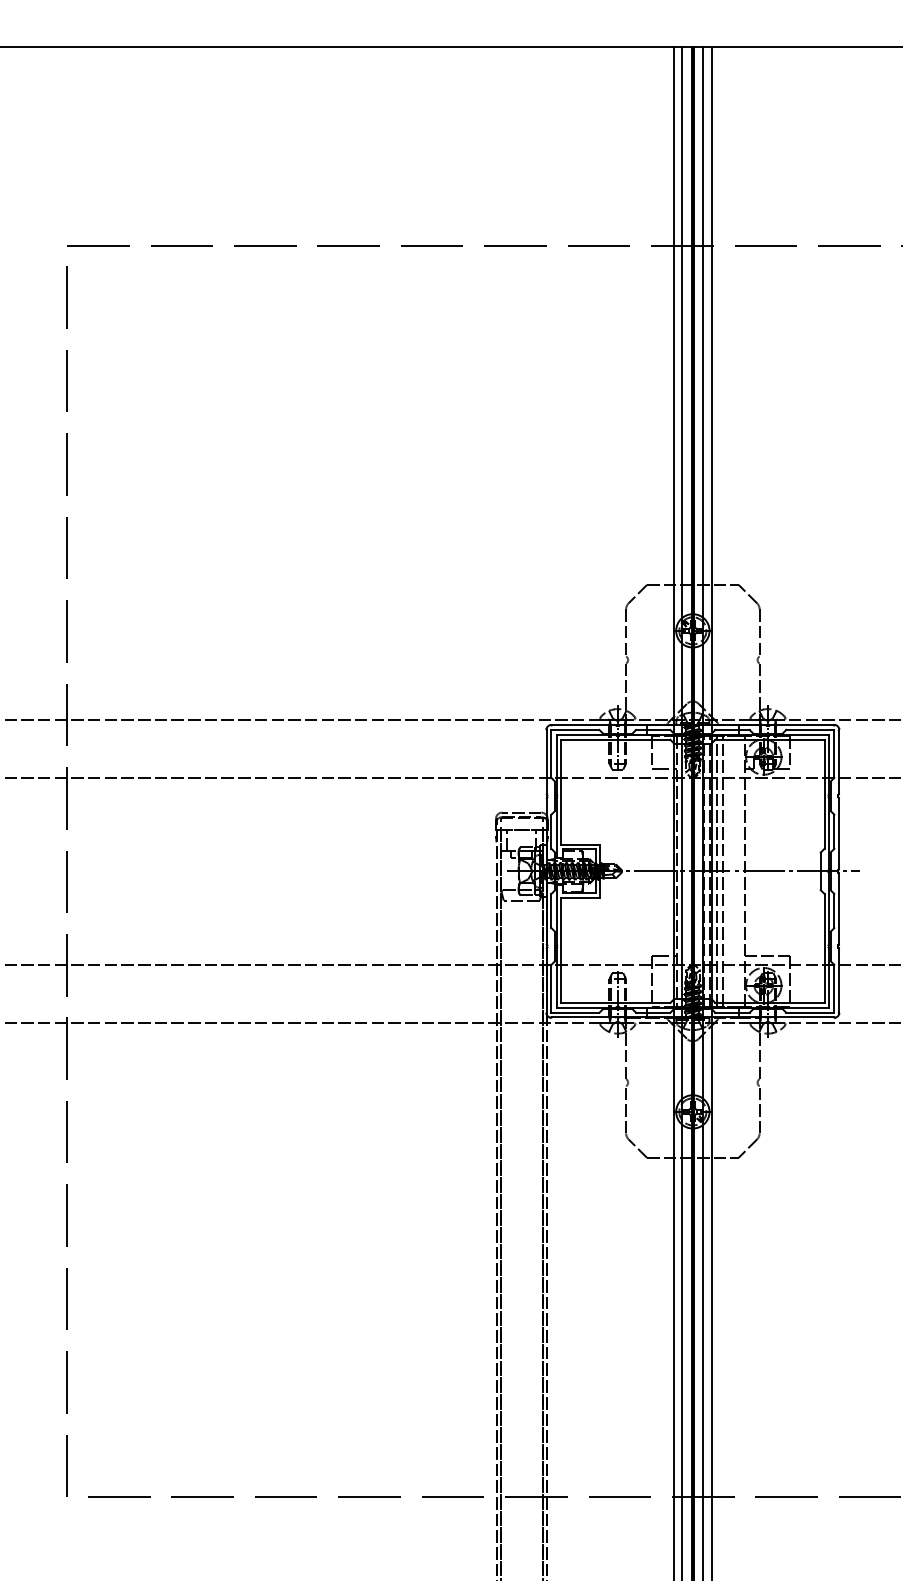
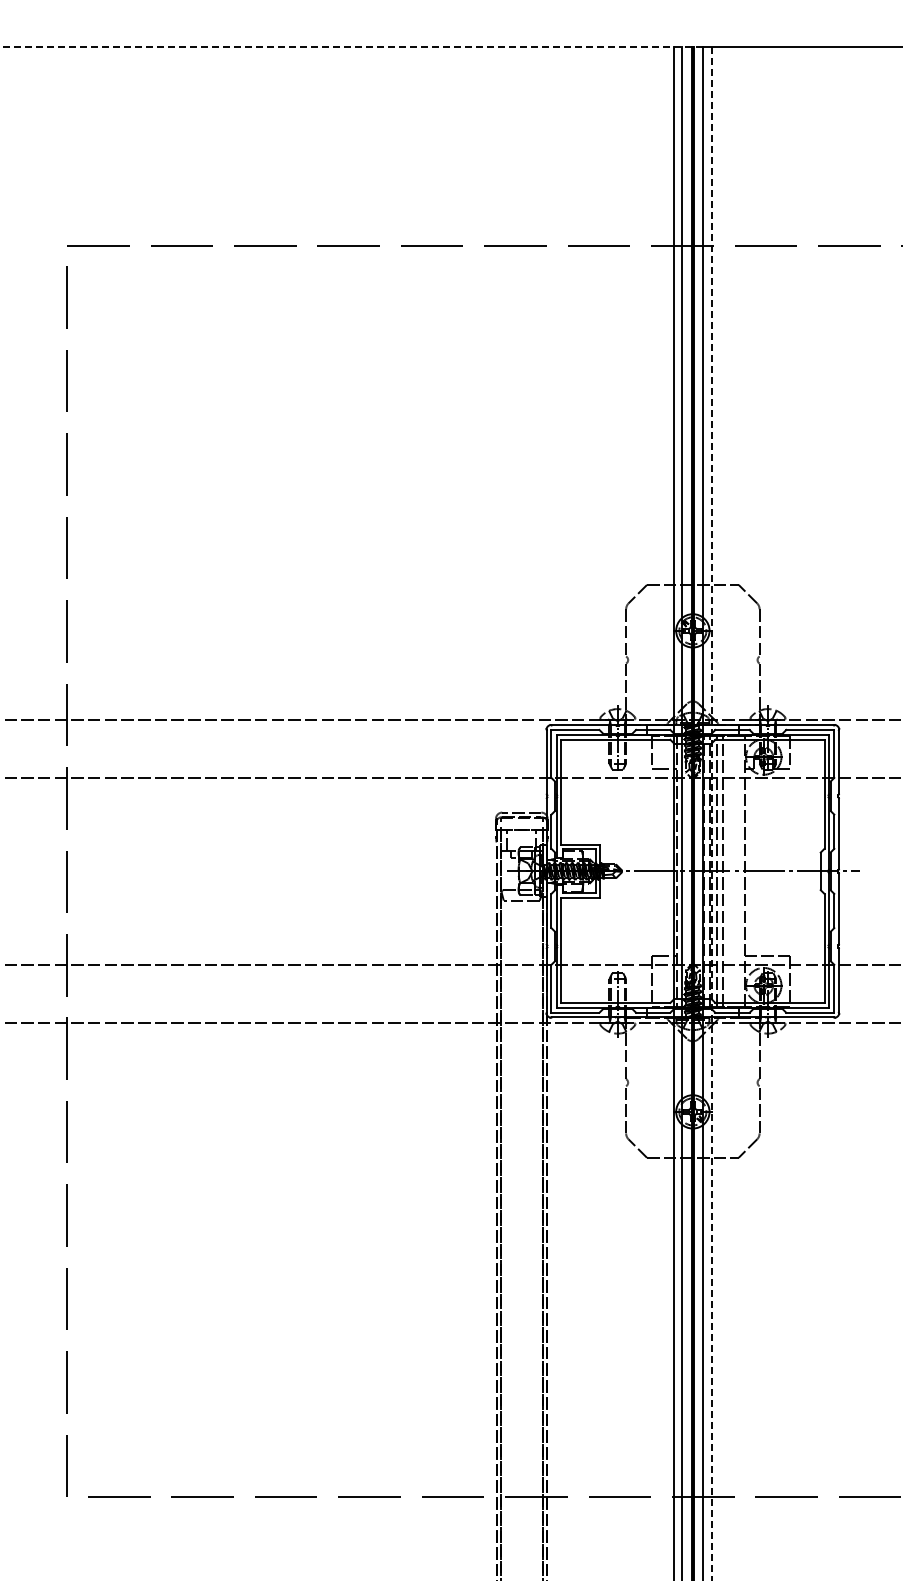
line at (351, 47): solid -> dashed
line at (711, 814): solid -> dashed
